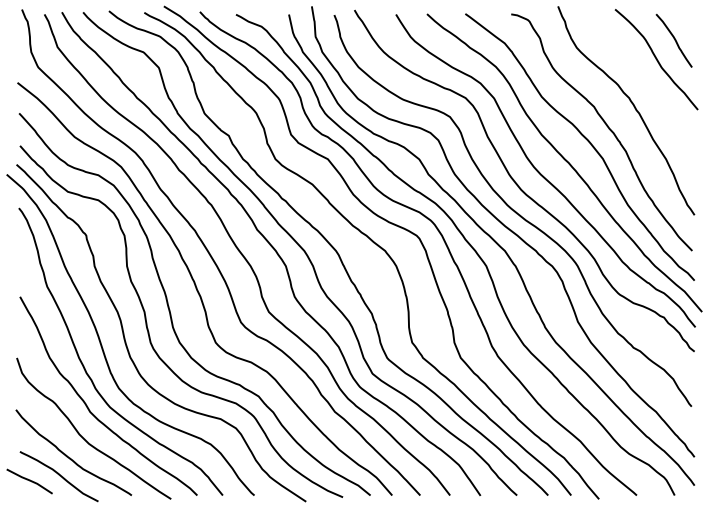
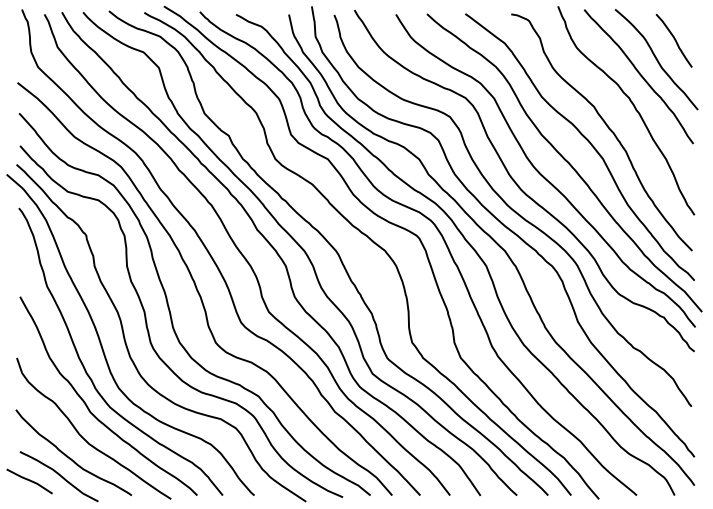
curve at (639, 75): none -> present
